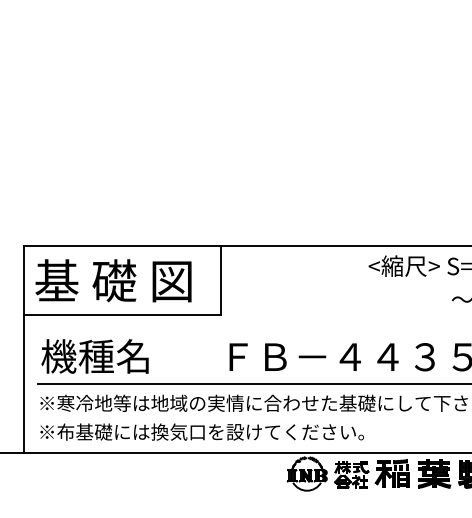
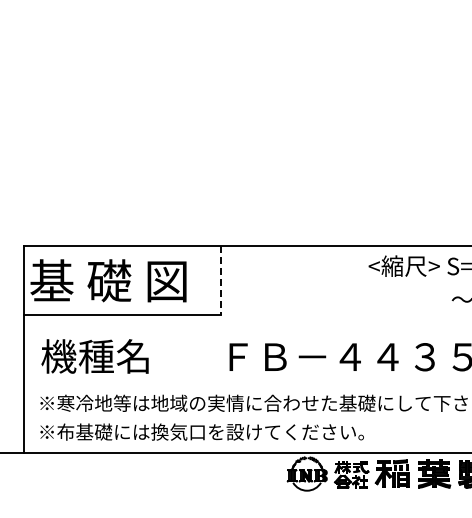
text at (113, 280) position: (113, 280) -> (108, 280)
line at (220, 281): solid -> dashed
line at (252, 384): present -> none
